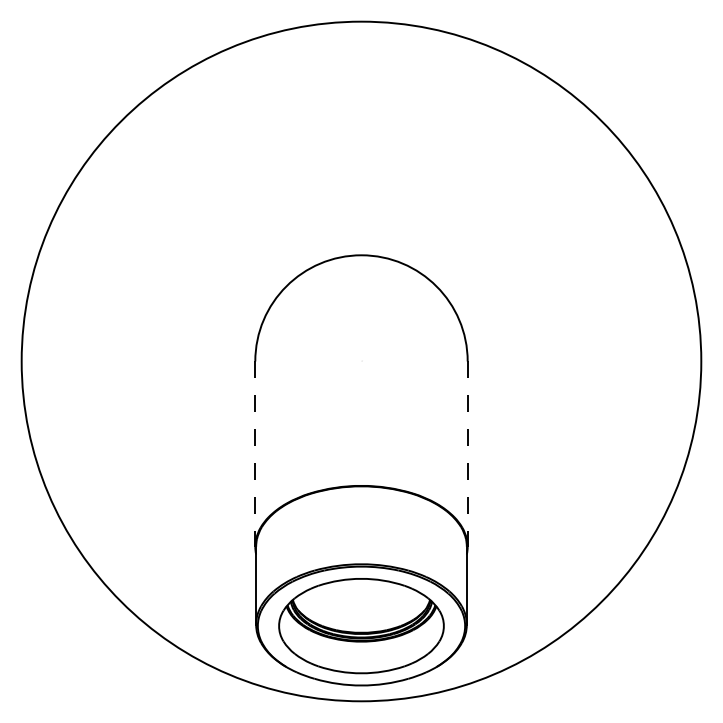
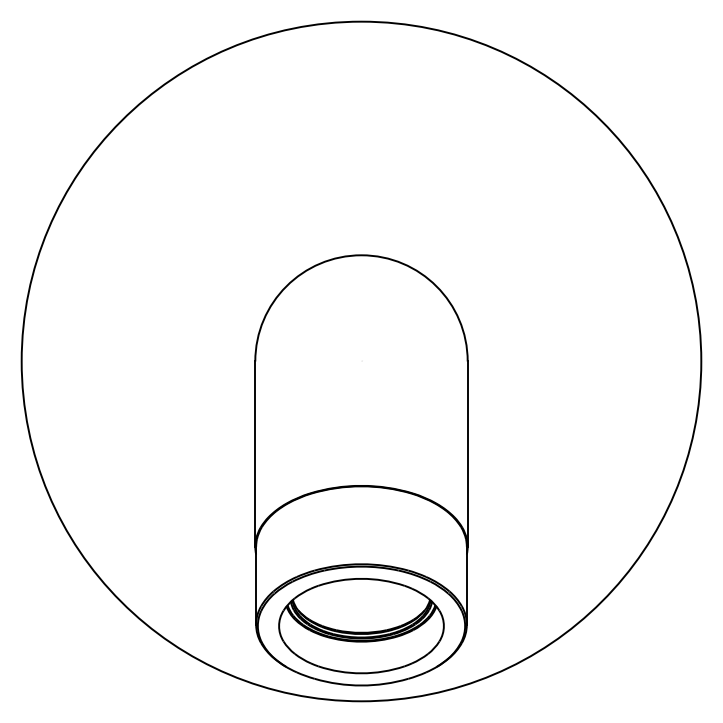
line at (255, 454): dashed -> solid
line at (467, 454): dashed -> solid
